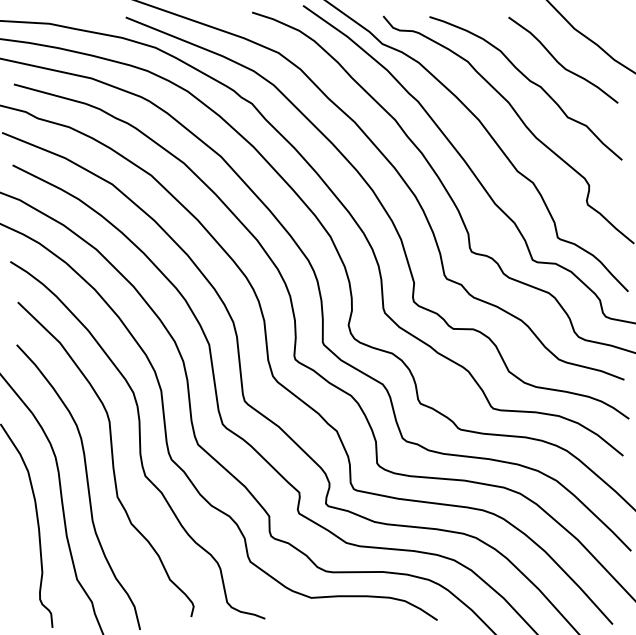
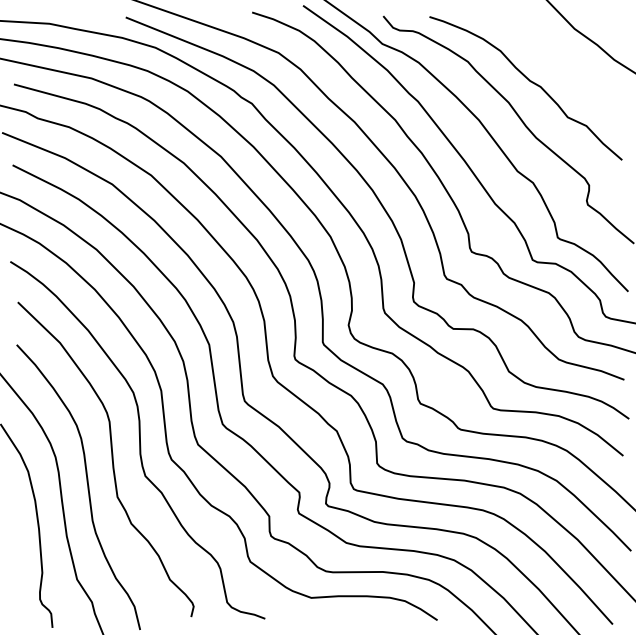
curve at (559, 62): present -> none
